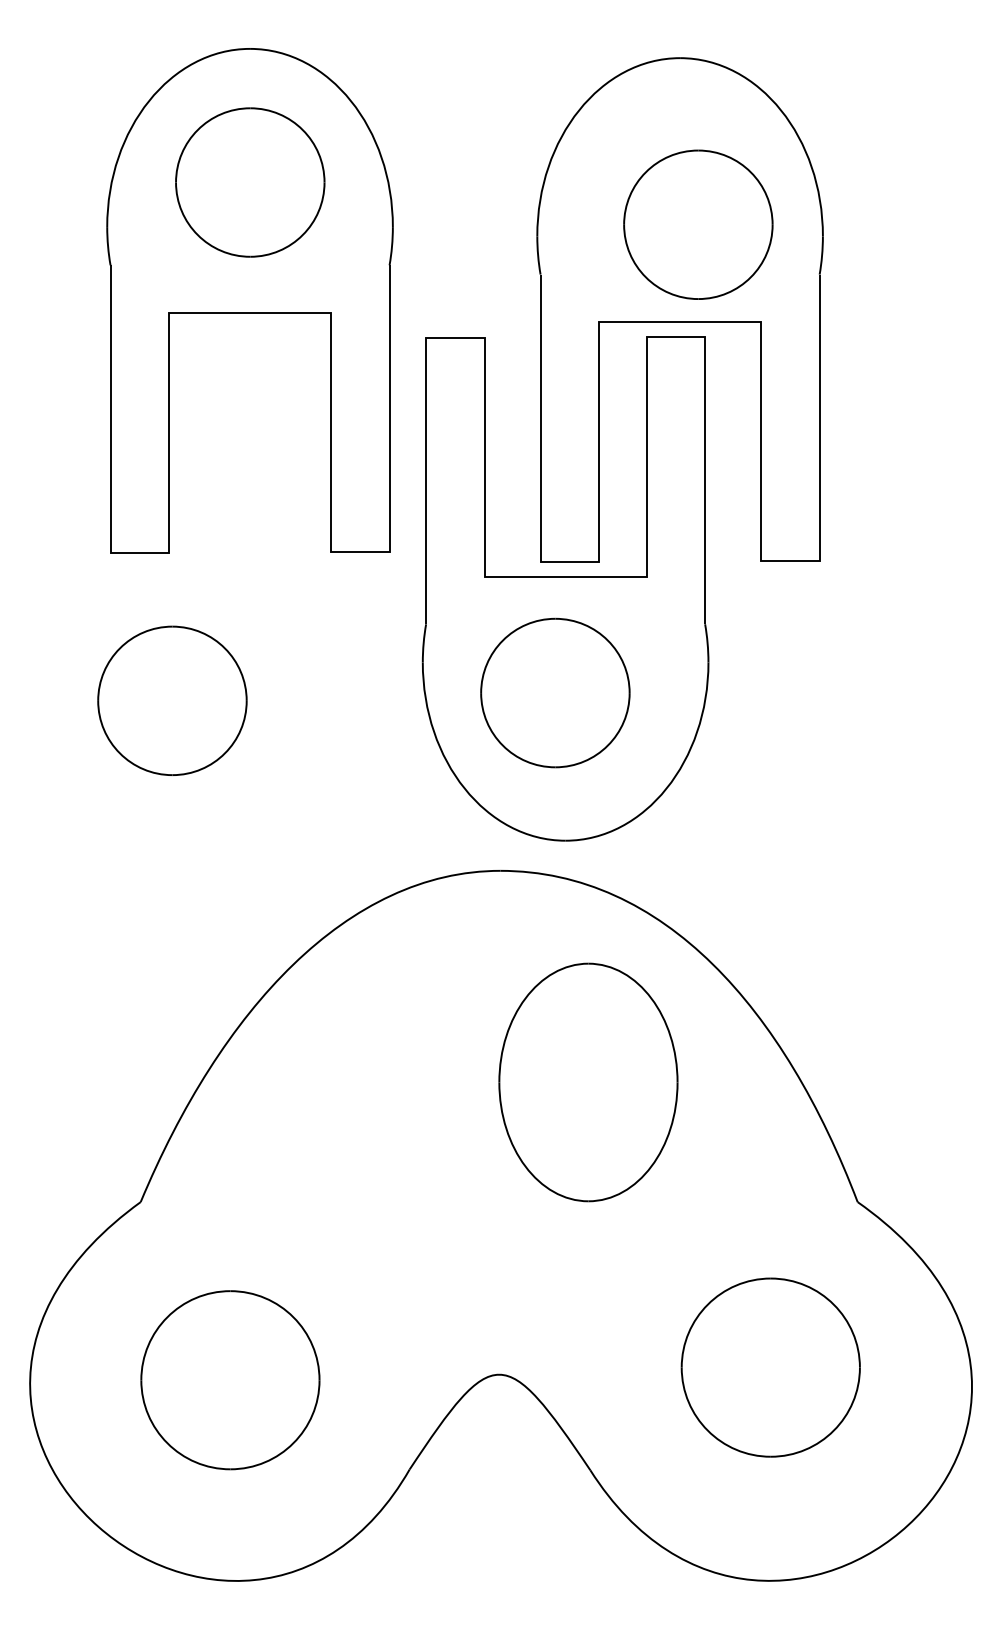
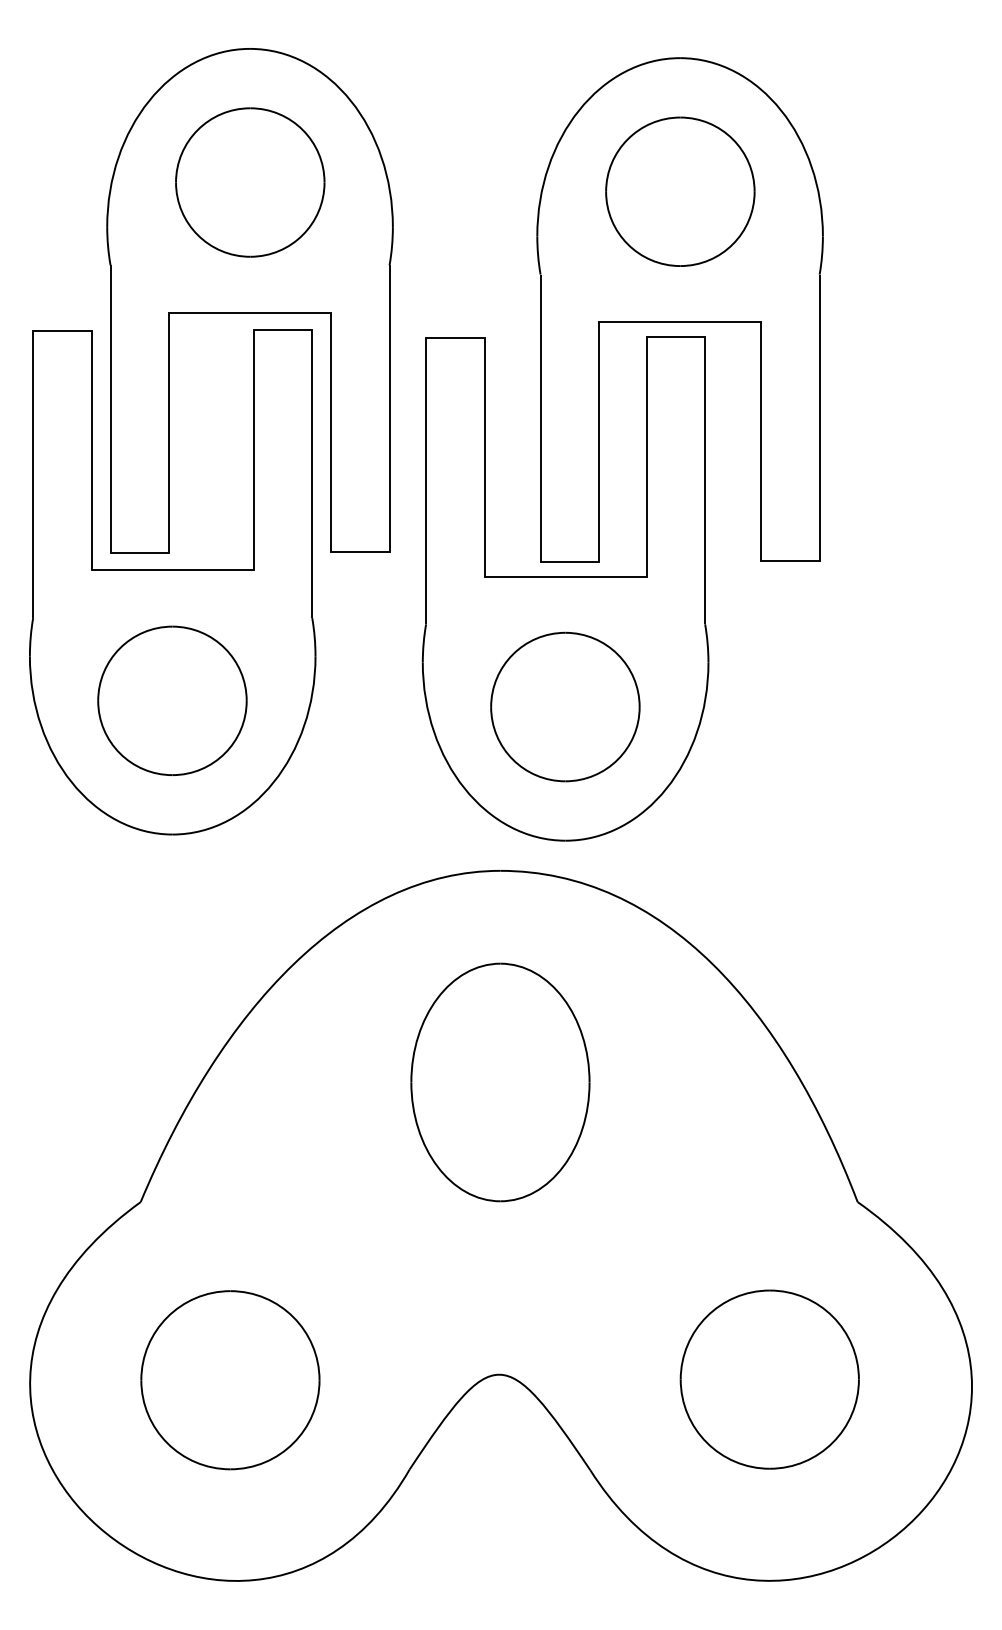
part at (698, 224) position: (698, 224) -> (680, 191)
part at (172, 582): none -> present
part at (555, 692) position: (555, 692) -> (565, 706)
part at (588, 1082) position: (588, 1082) -> (500, 1082)
part at (770, 1367) position: (770, 1367) -> (769, 1379)
